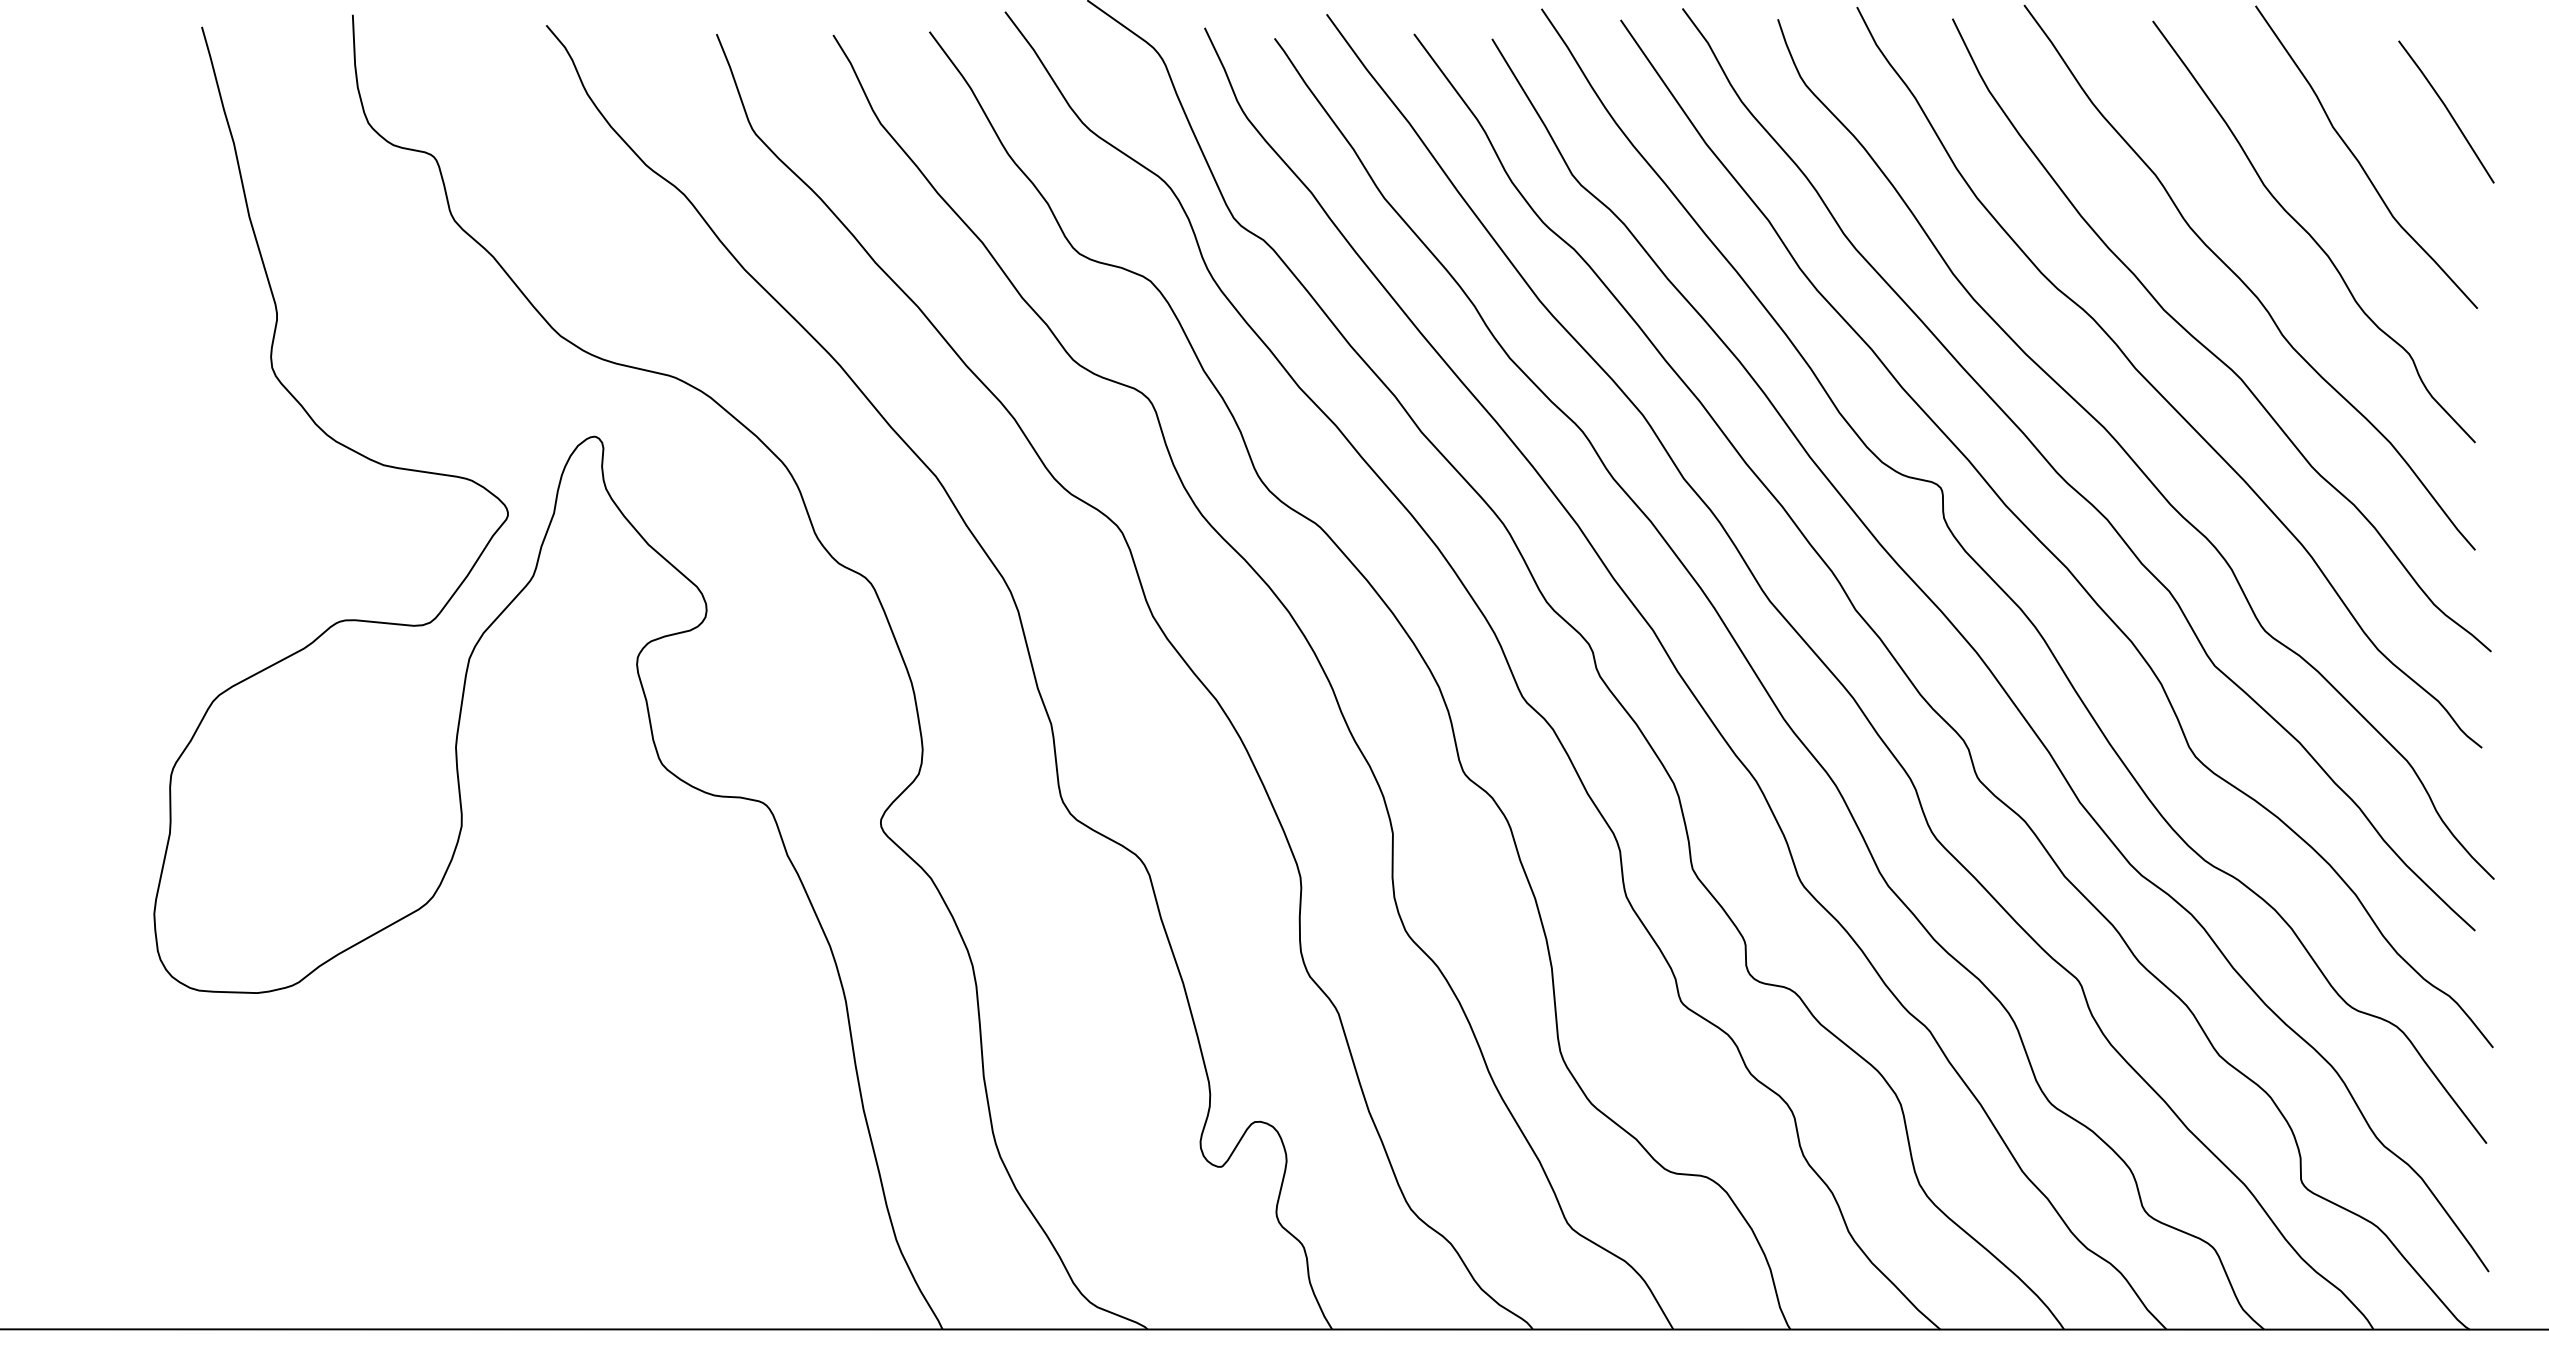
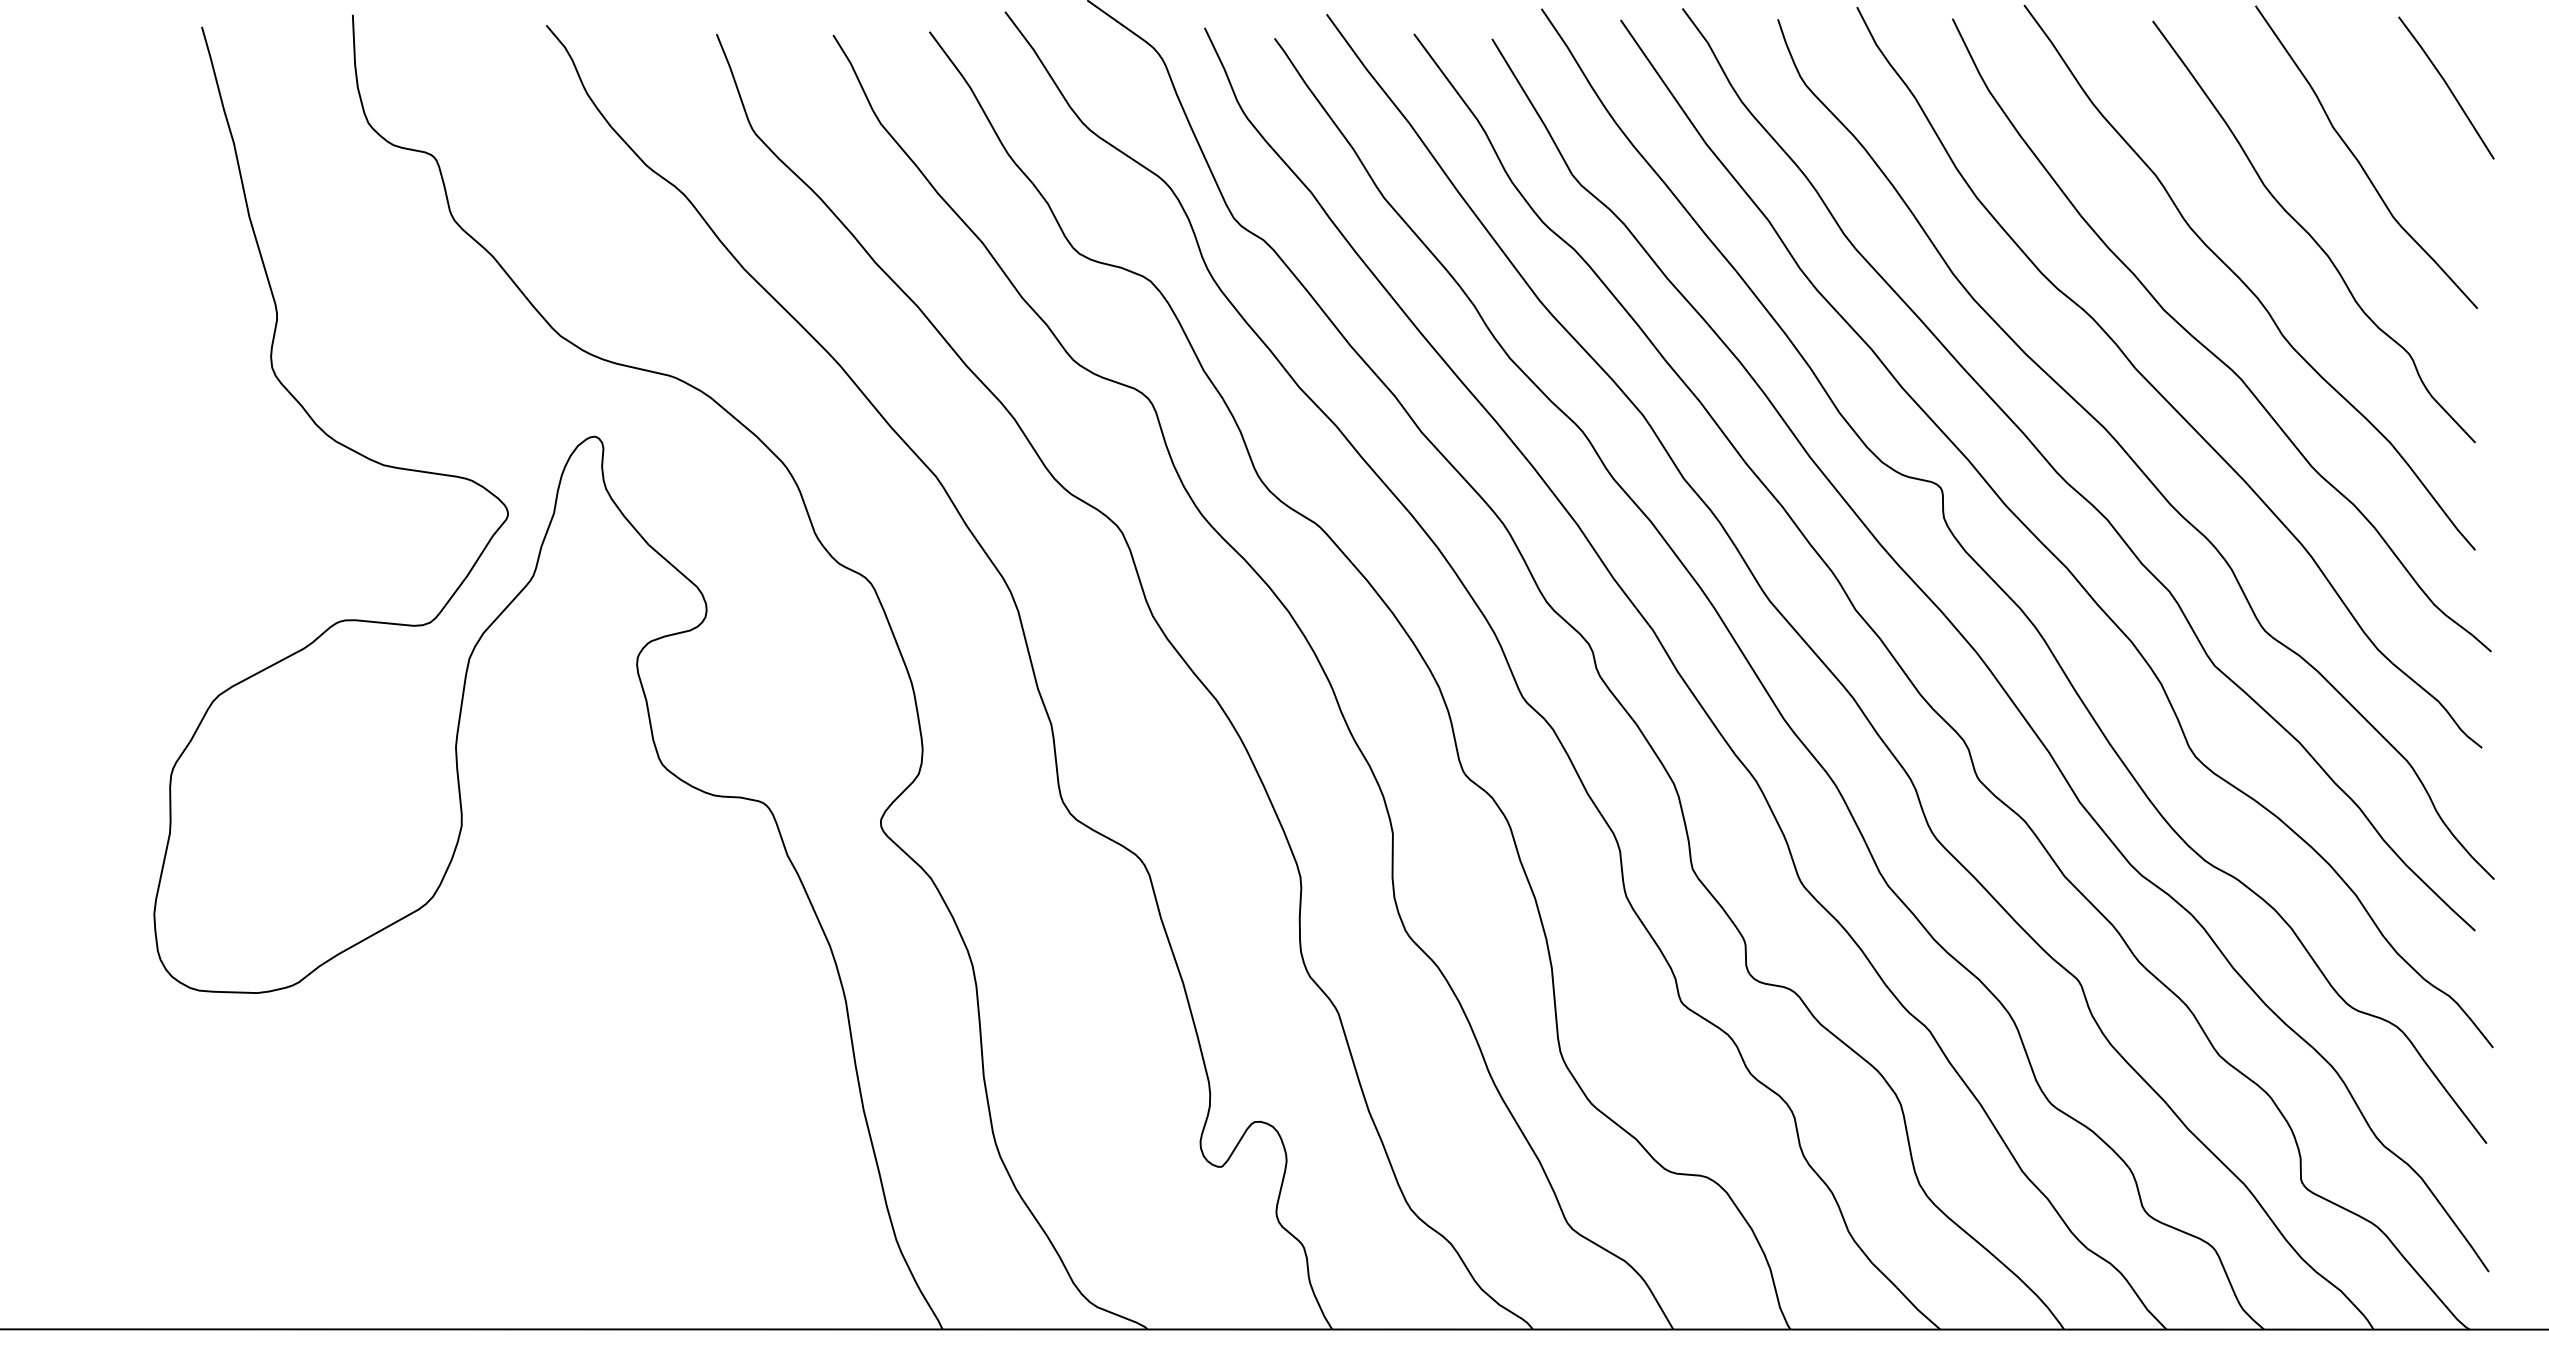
line at (2447, 111) position: (2447, 111) -> (2447, 87)
